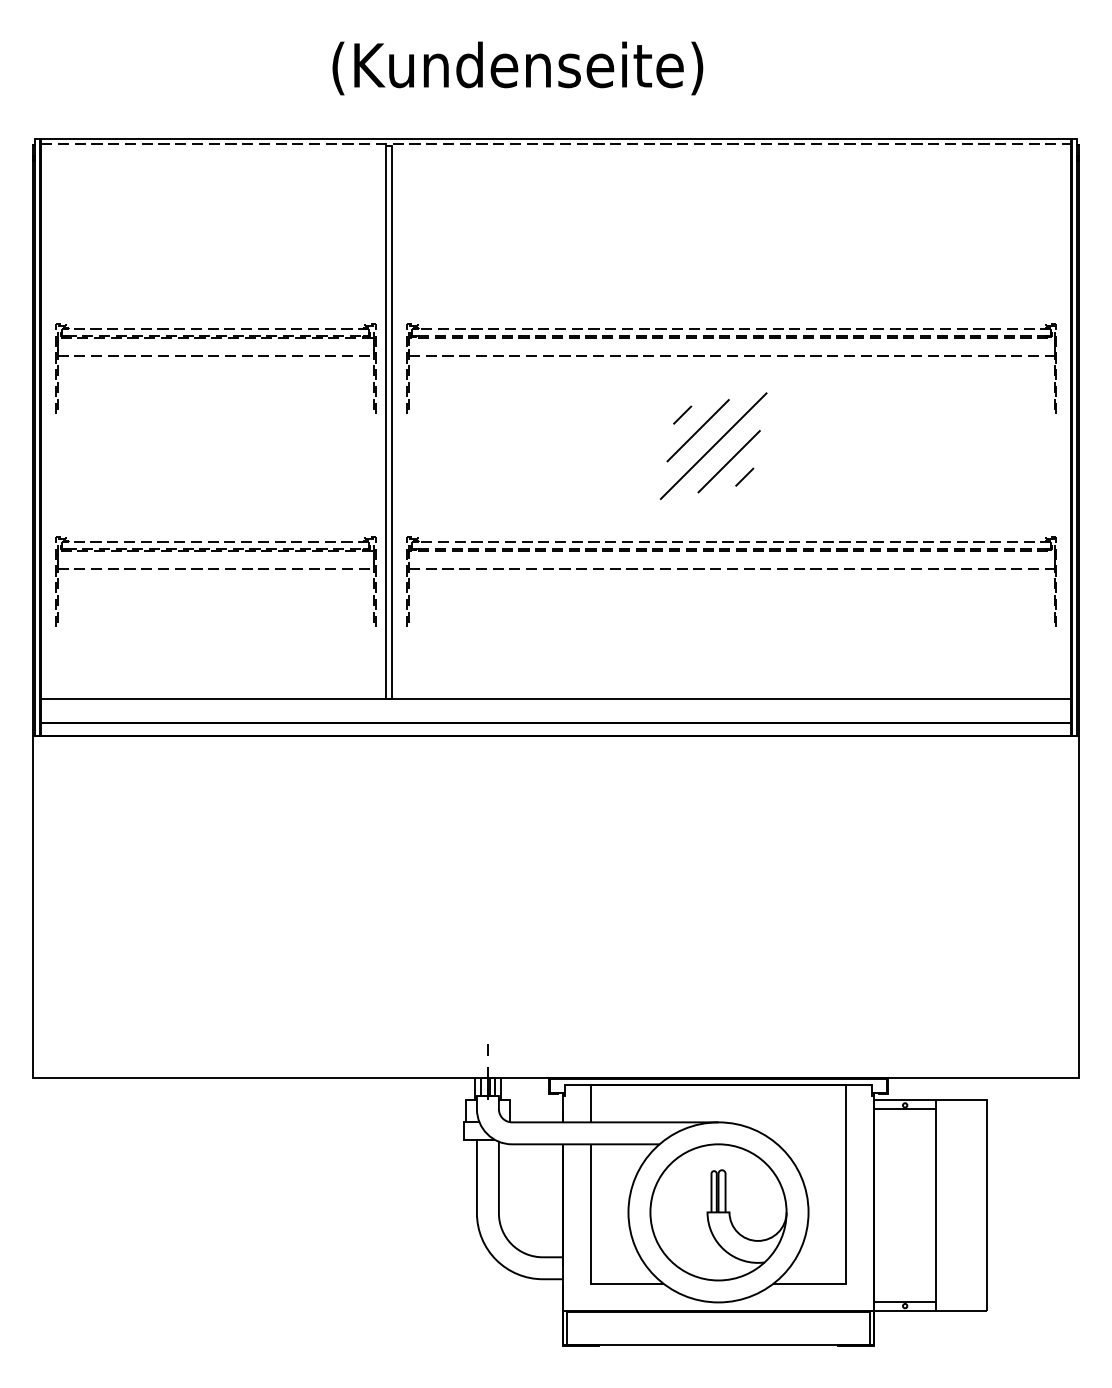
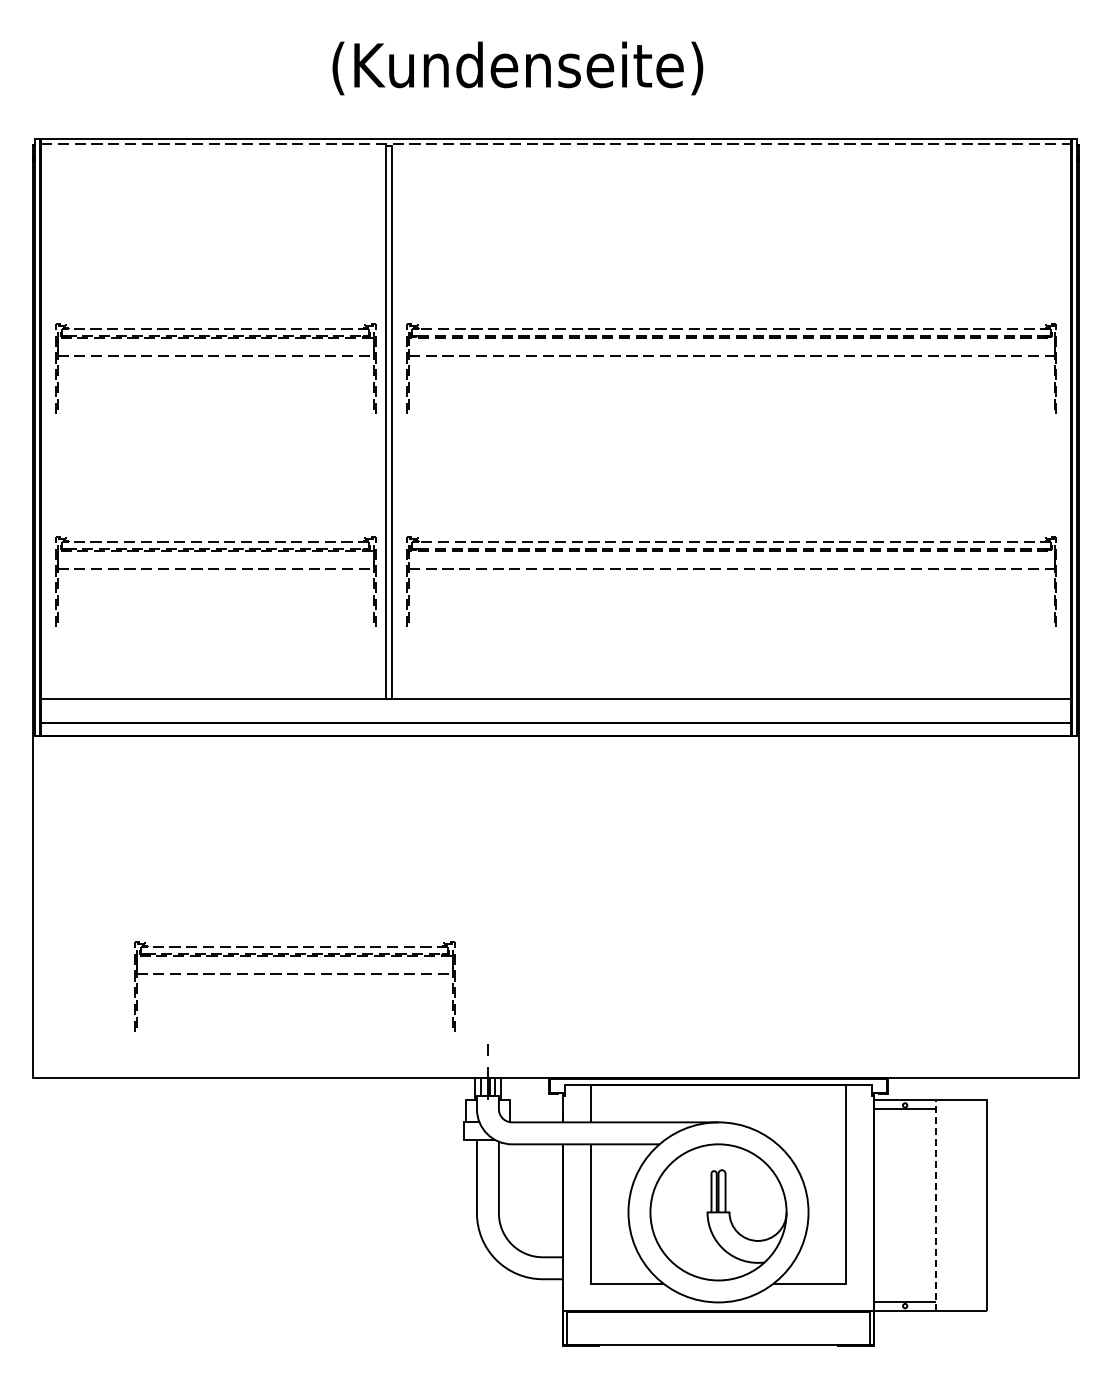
part at (713, 445): present -> none
part at (294, 974): none -> present
line at (935, 1205): solid -> dashed
